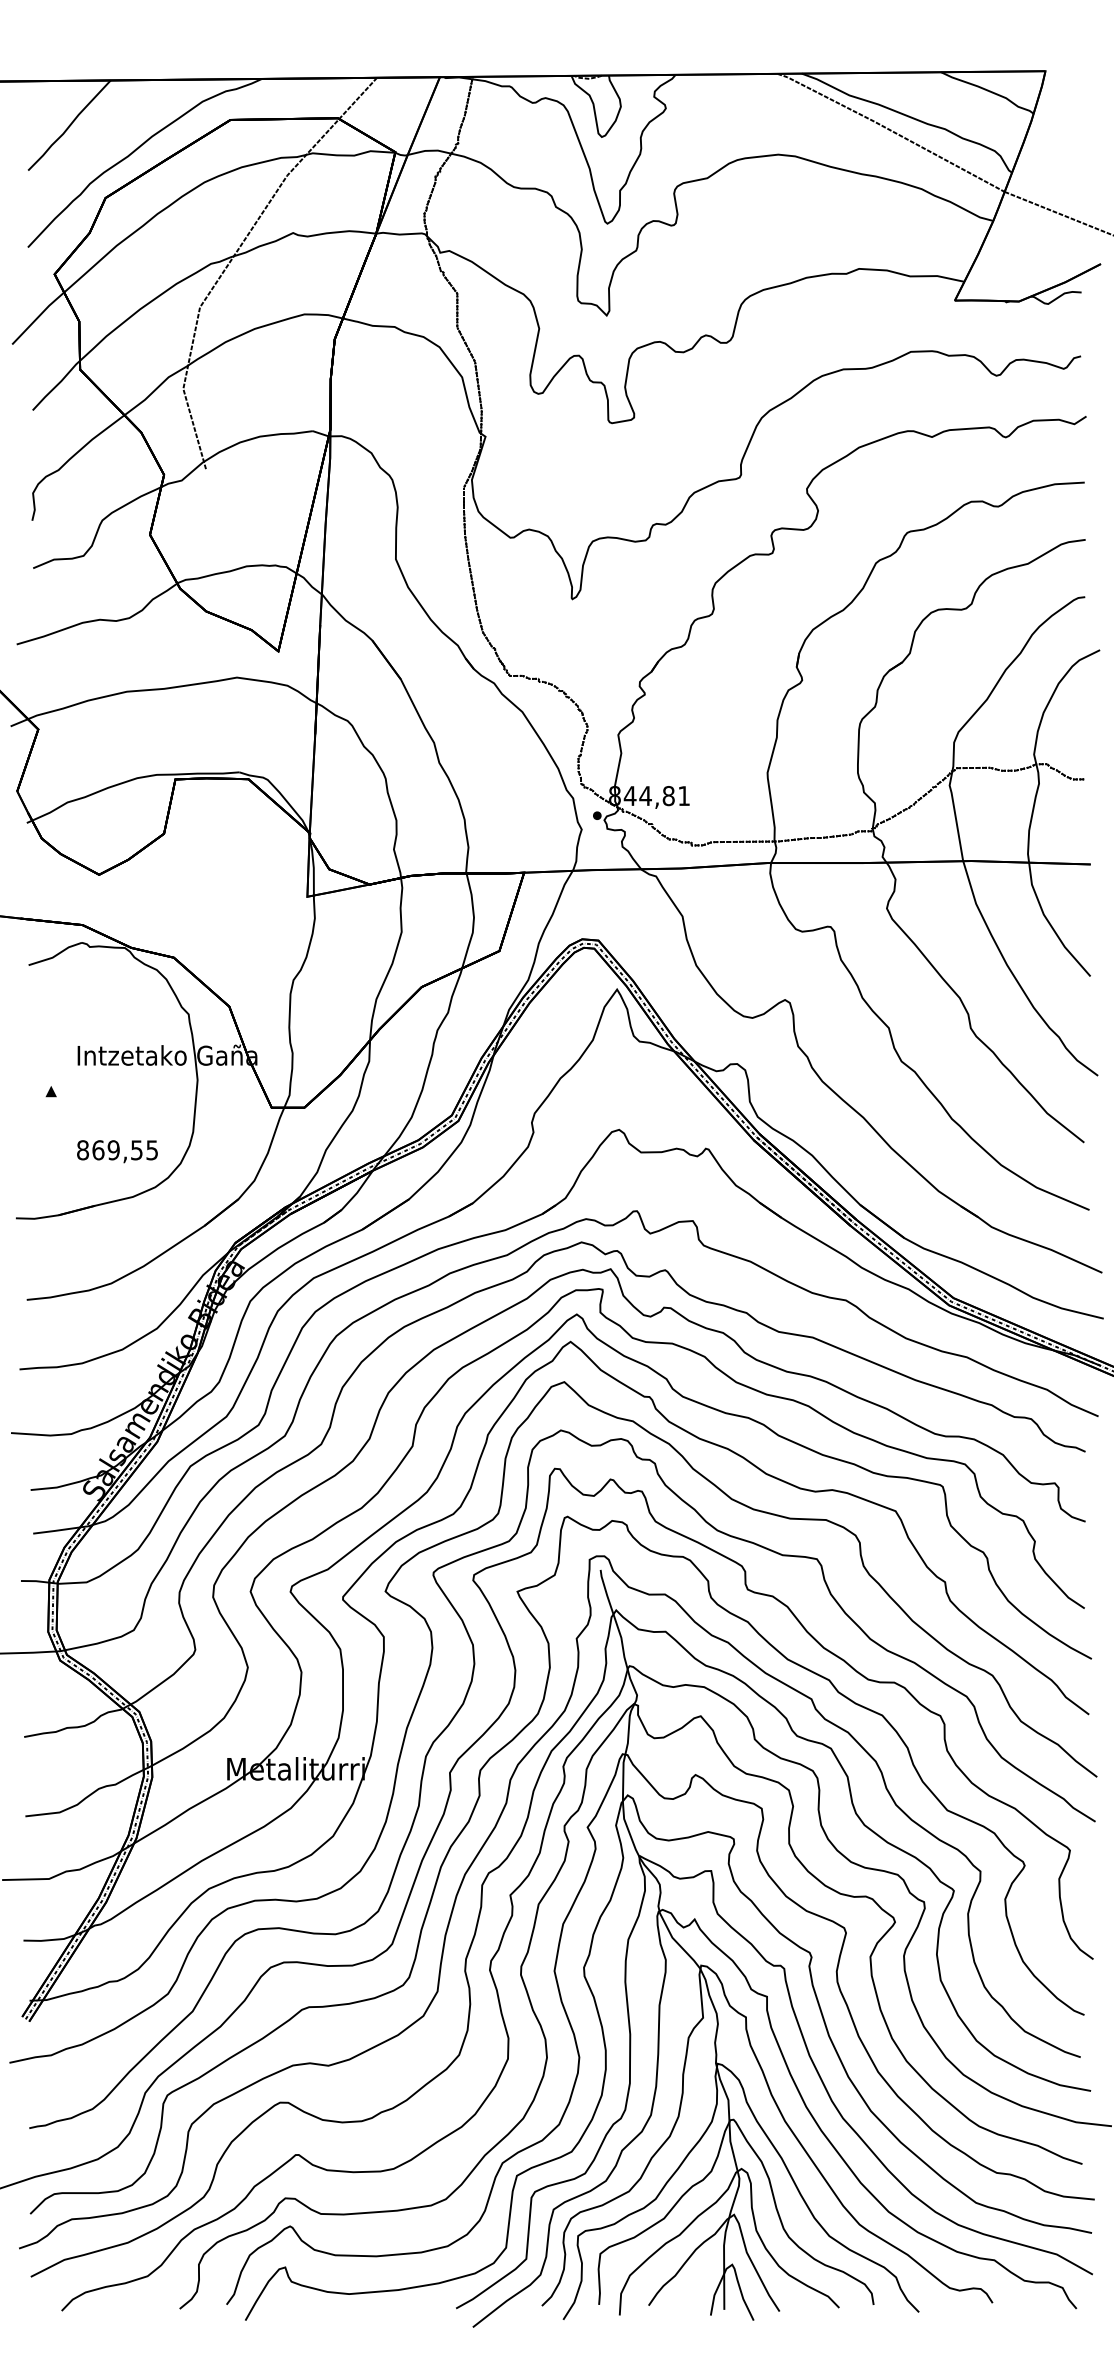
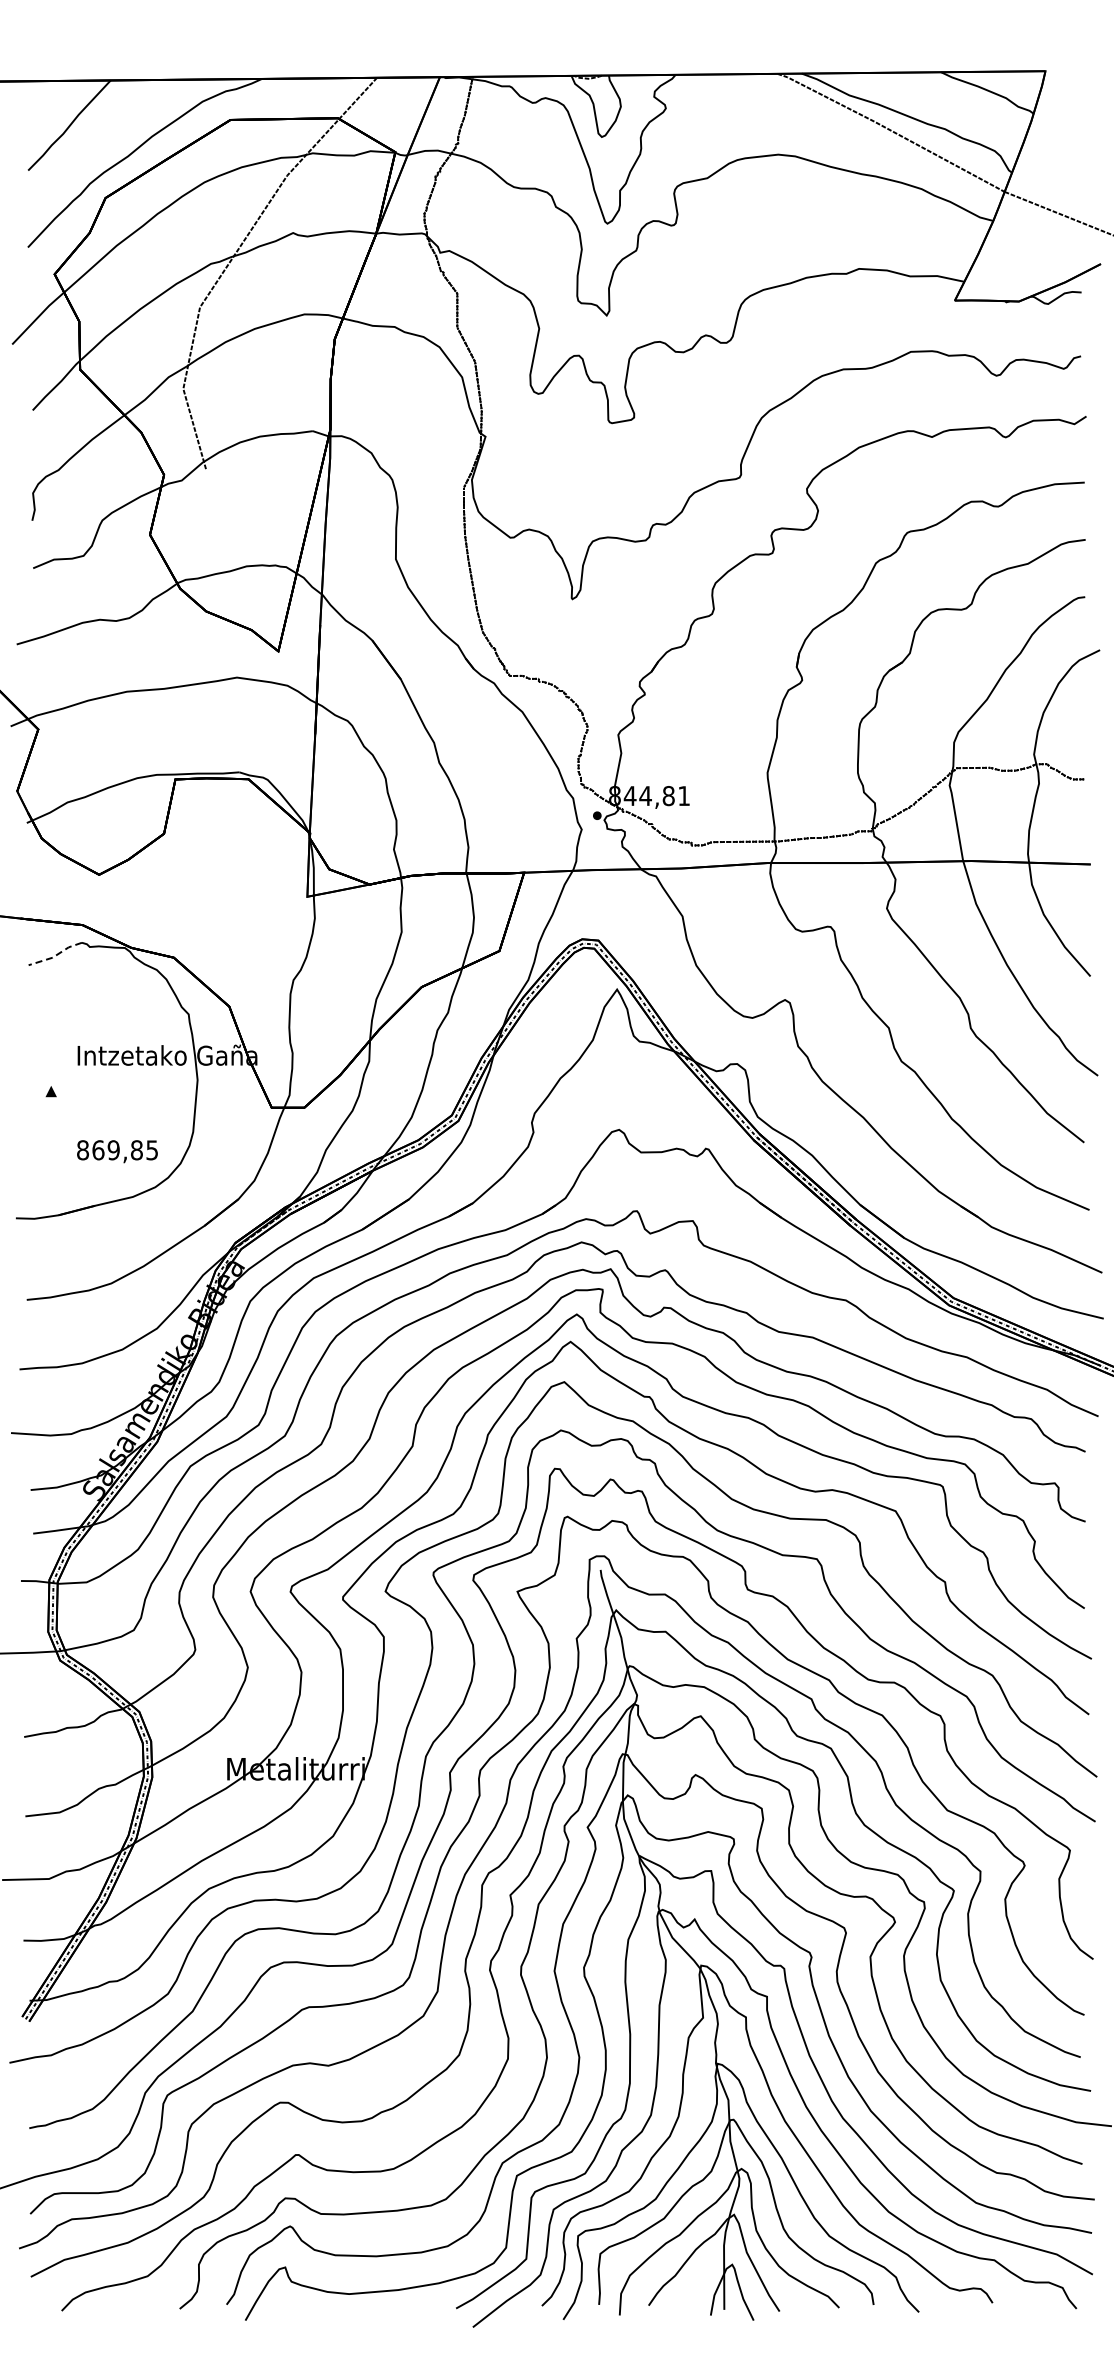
line at (55, 955): solid -> dashed
text at (136, 1150): 869,55 -> 869,85
